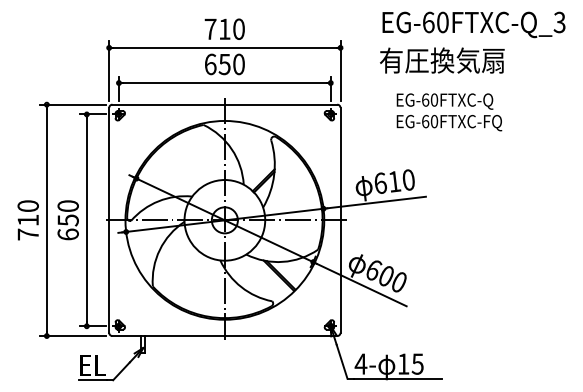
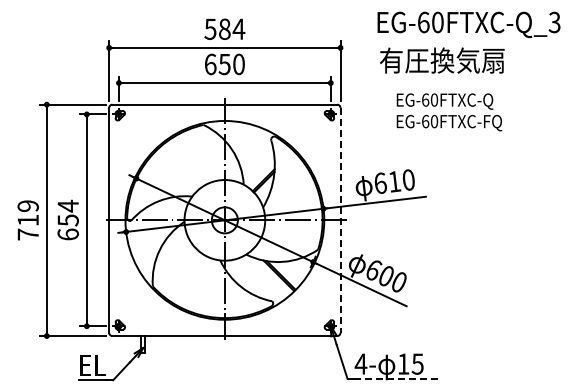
text at (473, 24) position: (473, 24) -> (468, 24)
text at (224, 28): 710 -> 584
text at (67, 205): 650 -> 654
text at (27, 206): 710 -> 719
line at (340, 220): solid -> dashed
line at (397, 378): solid -> dashed
